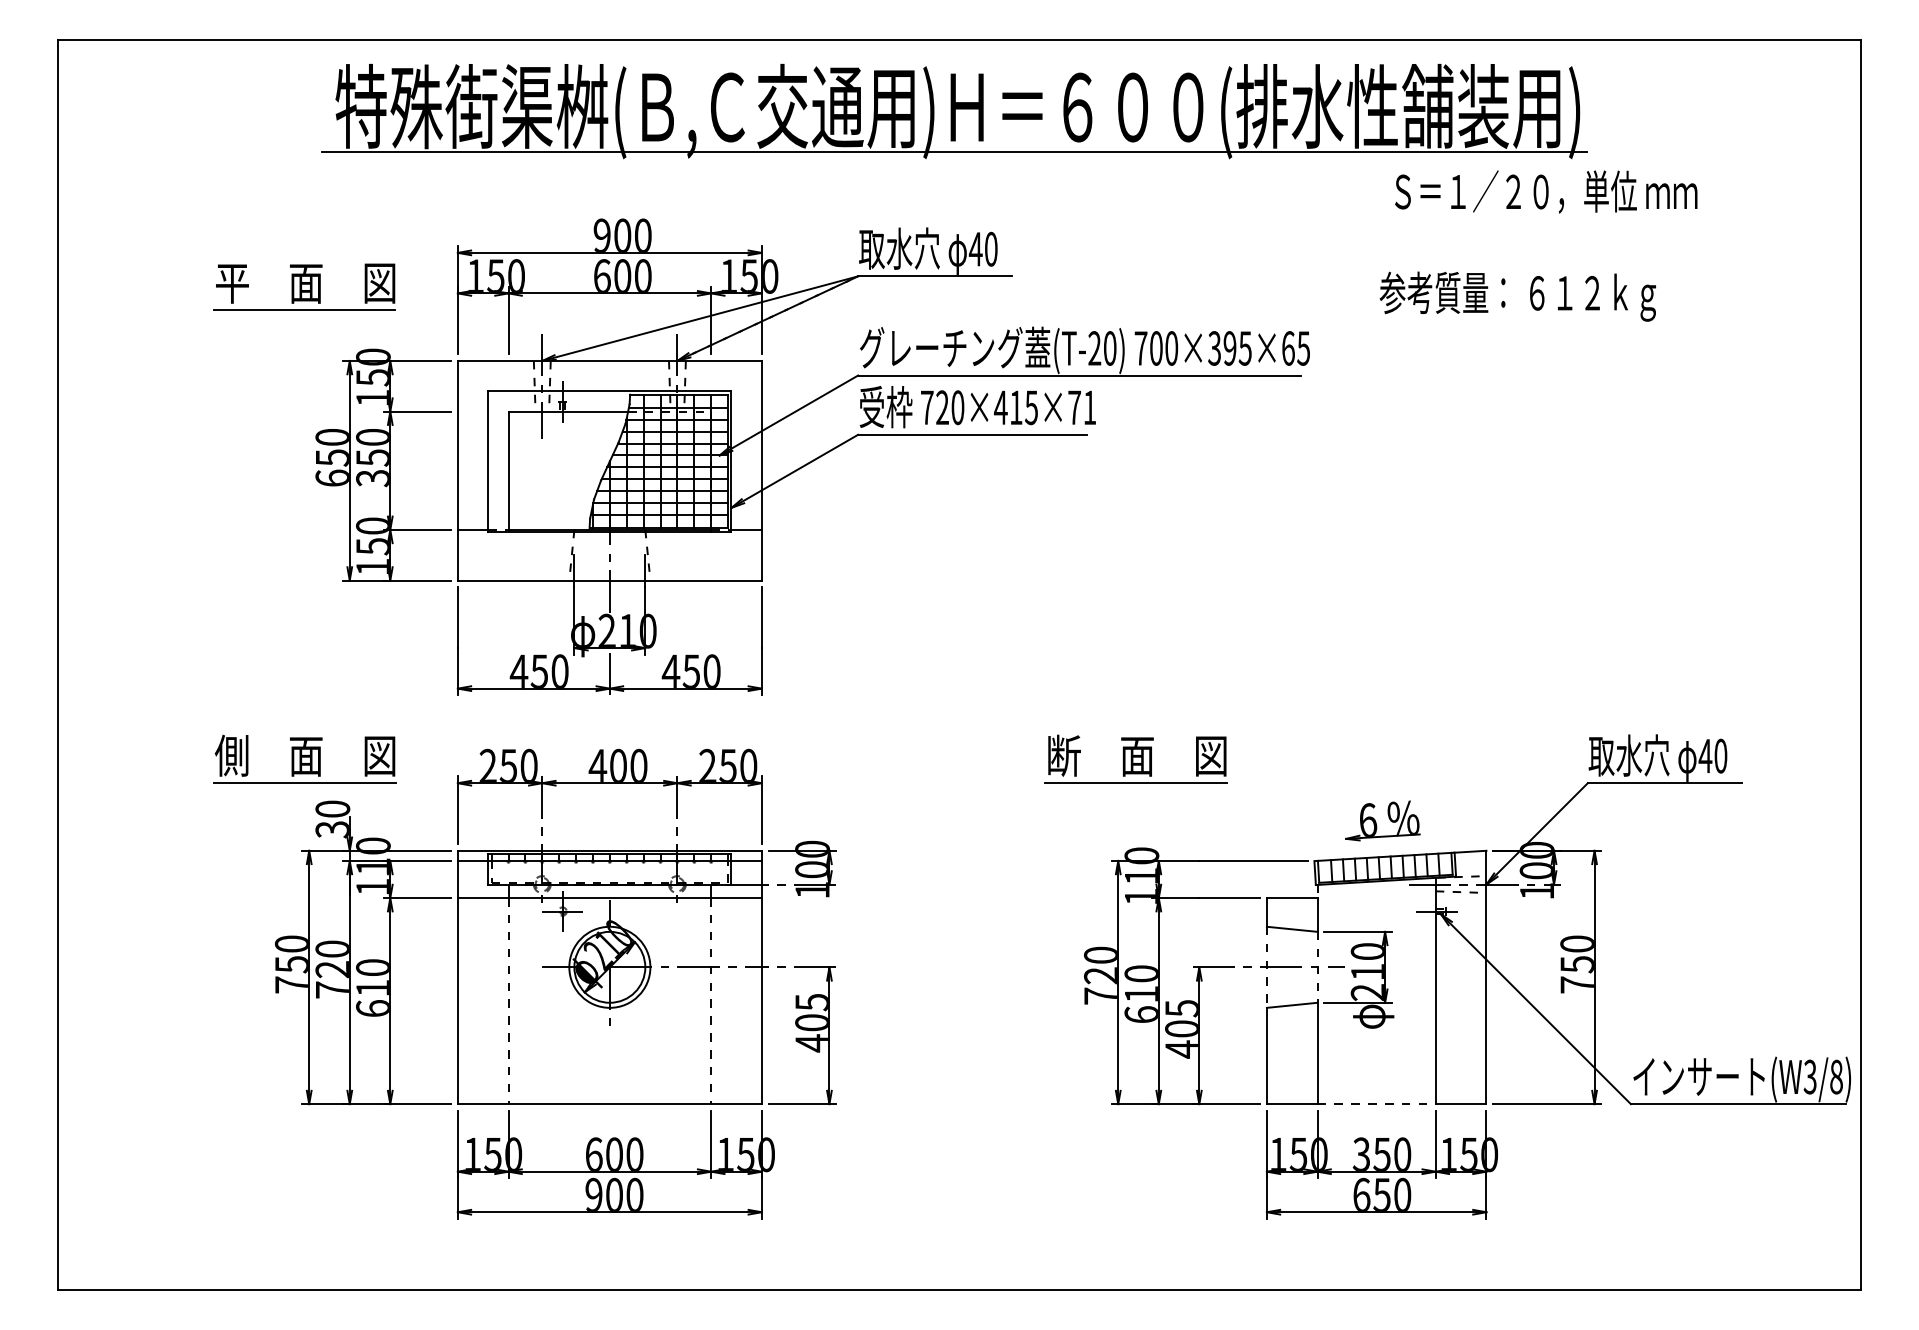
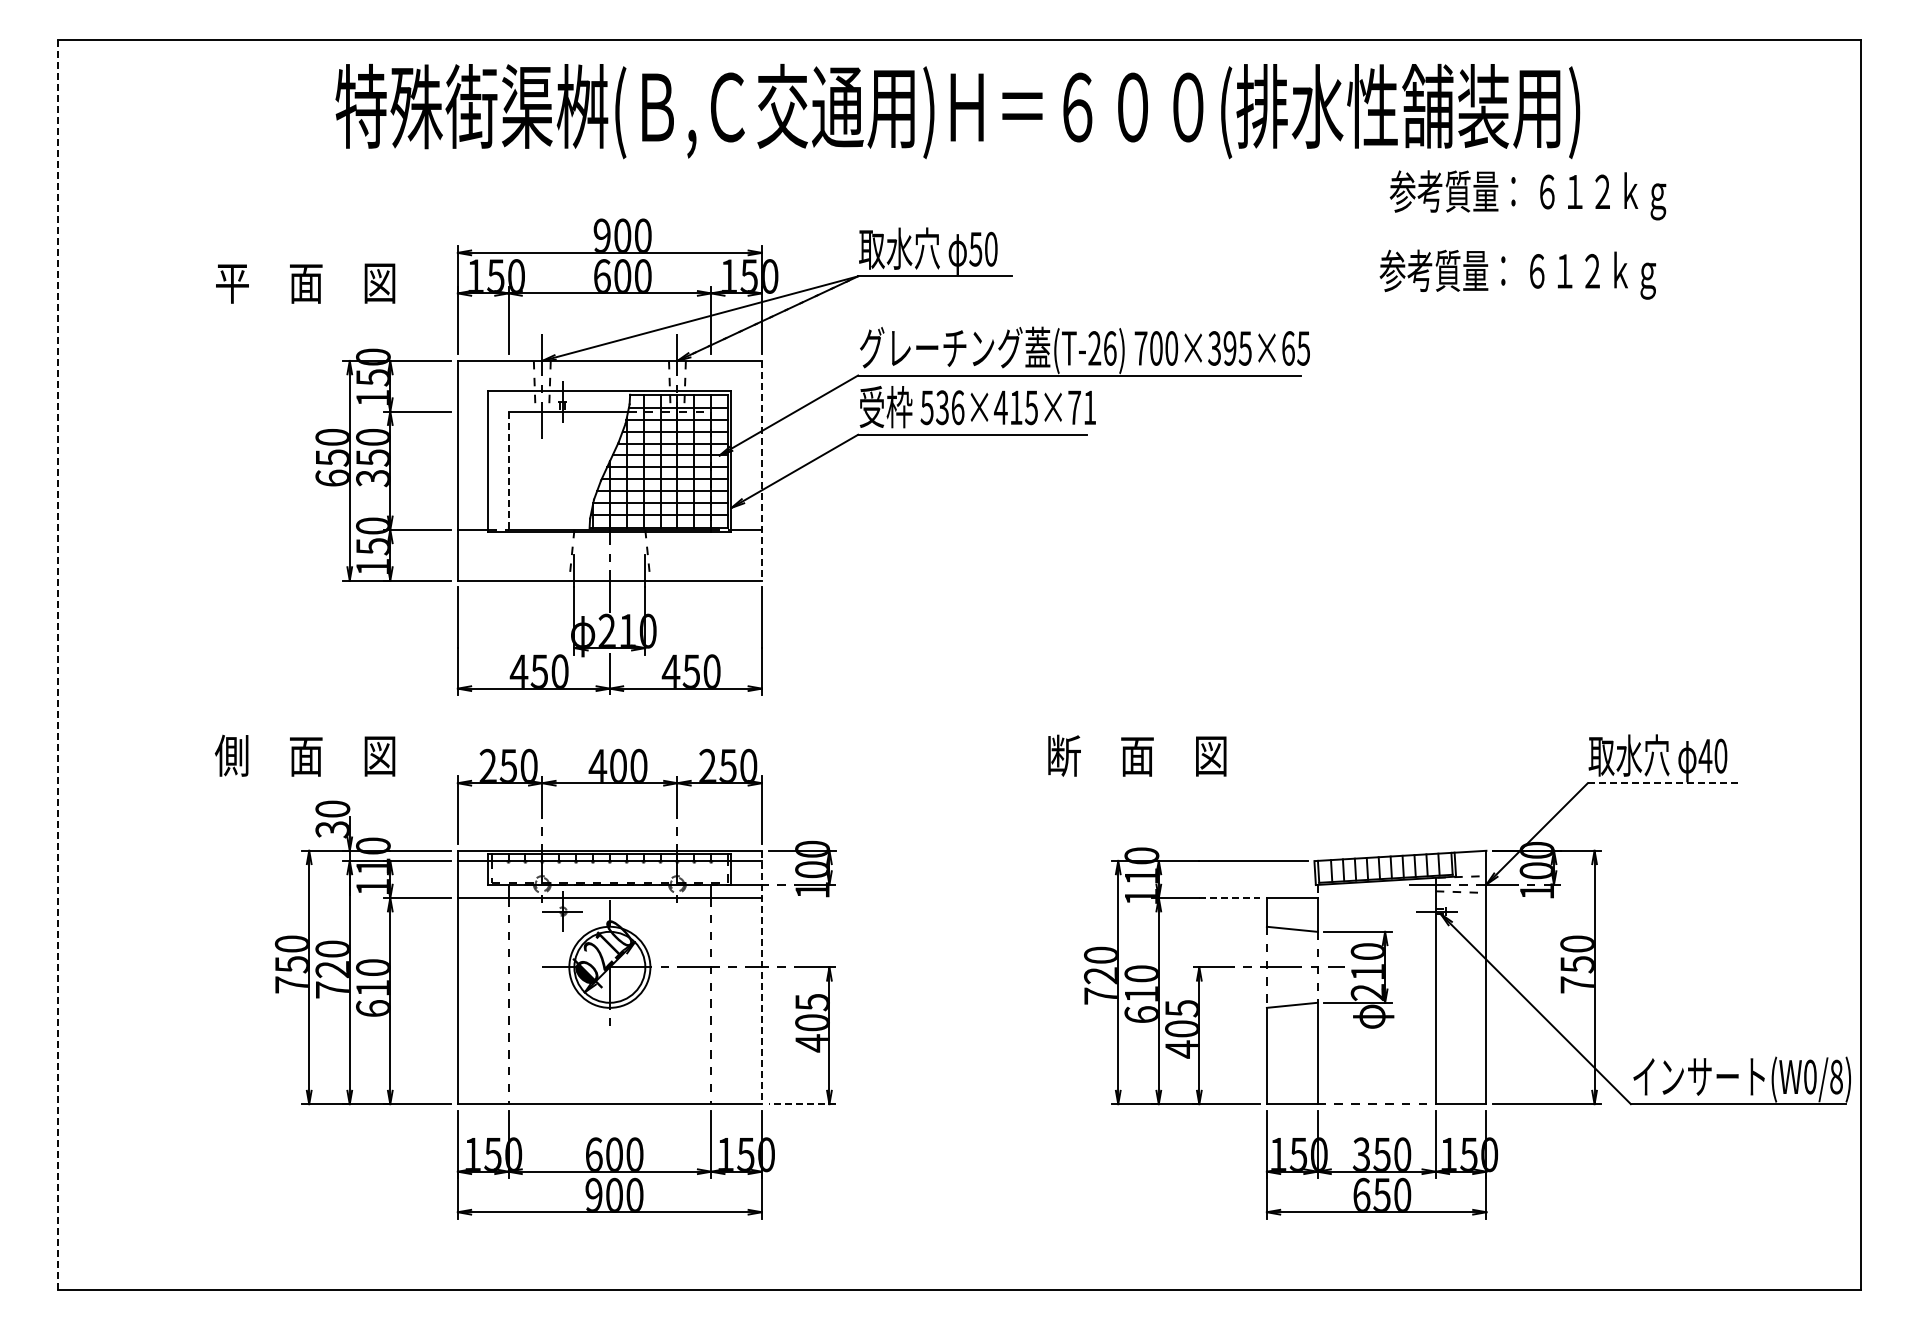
line at (954, 151): present -> none
text at (1543, 195): Ｓ＝１／２０，単位 ｍｍ -> 参考質量： ６１２ｋｇ
text at (975, 249): 40 -> 50
text at (1517, 296) position: (1517, 296) -> (1517, 274)
line at (304, 310): present -> none
text at (1110, 348): (T-20) -> (T-26)
text at (942, 407): 720×415×71 -> 536×415×71
line at (761, 470): solid -> dashed
line at (508, 471): solid -> dashed
line at (57, 665): solid -> dashed
line at (304, 783): present -> none
line at (1135, 783): present -> none
line at (1665, 783): solid -> dashed
part at (1388, 818): present -> none
line at (1230, 898): solid -> dashed
line at (761, 977): solid -> dashed
text at (1809, 1076): (W3/8) -> (W0/8)
line at (802, 1104): solid -> dashed
